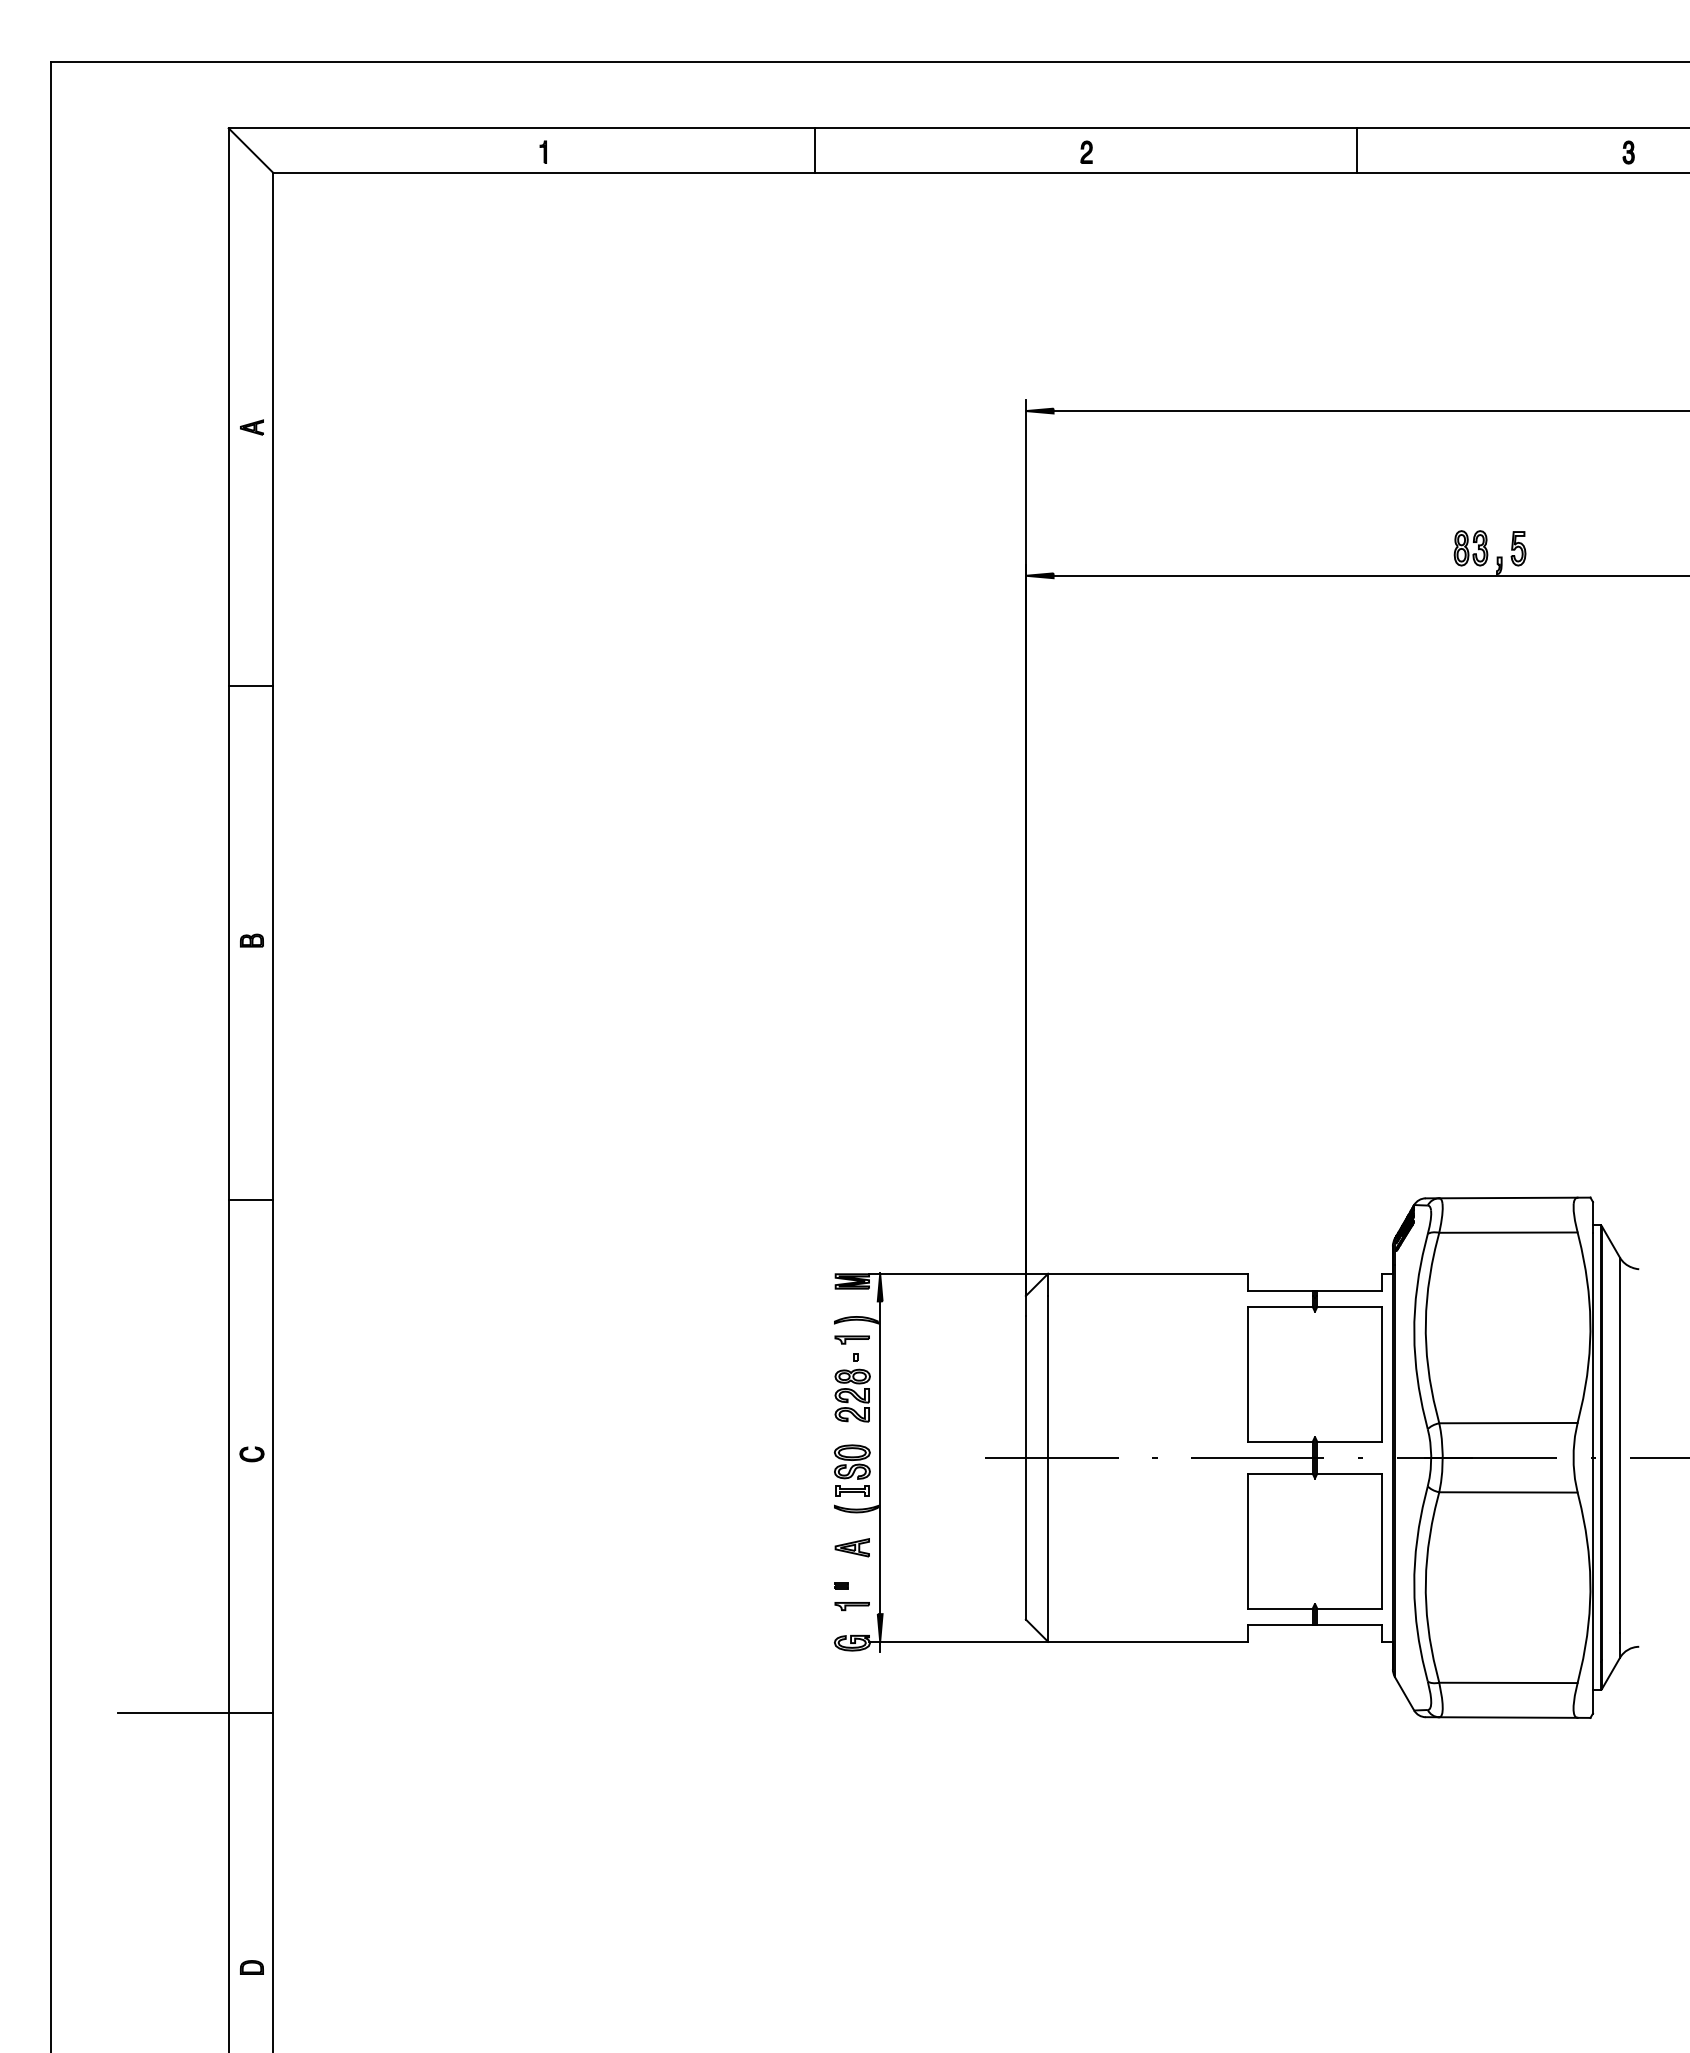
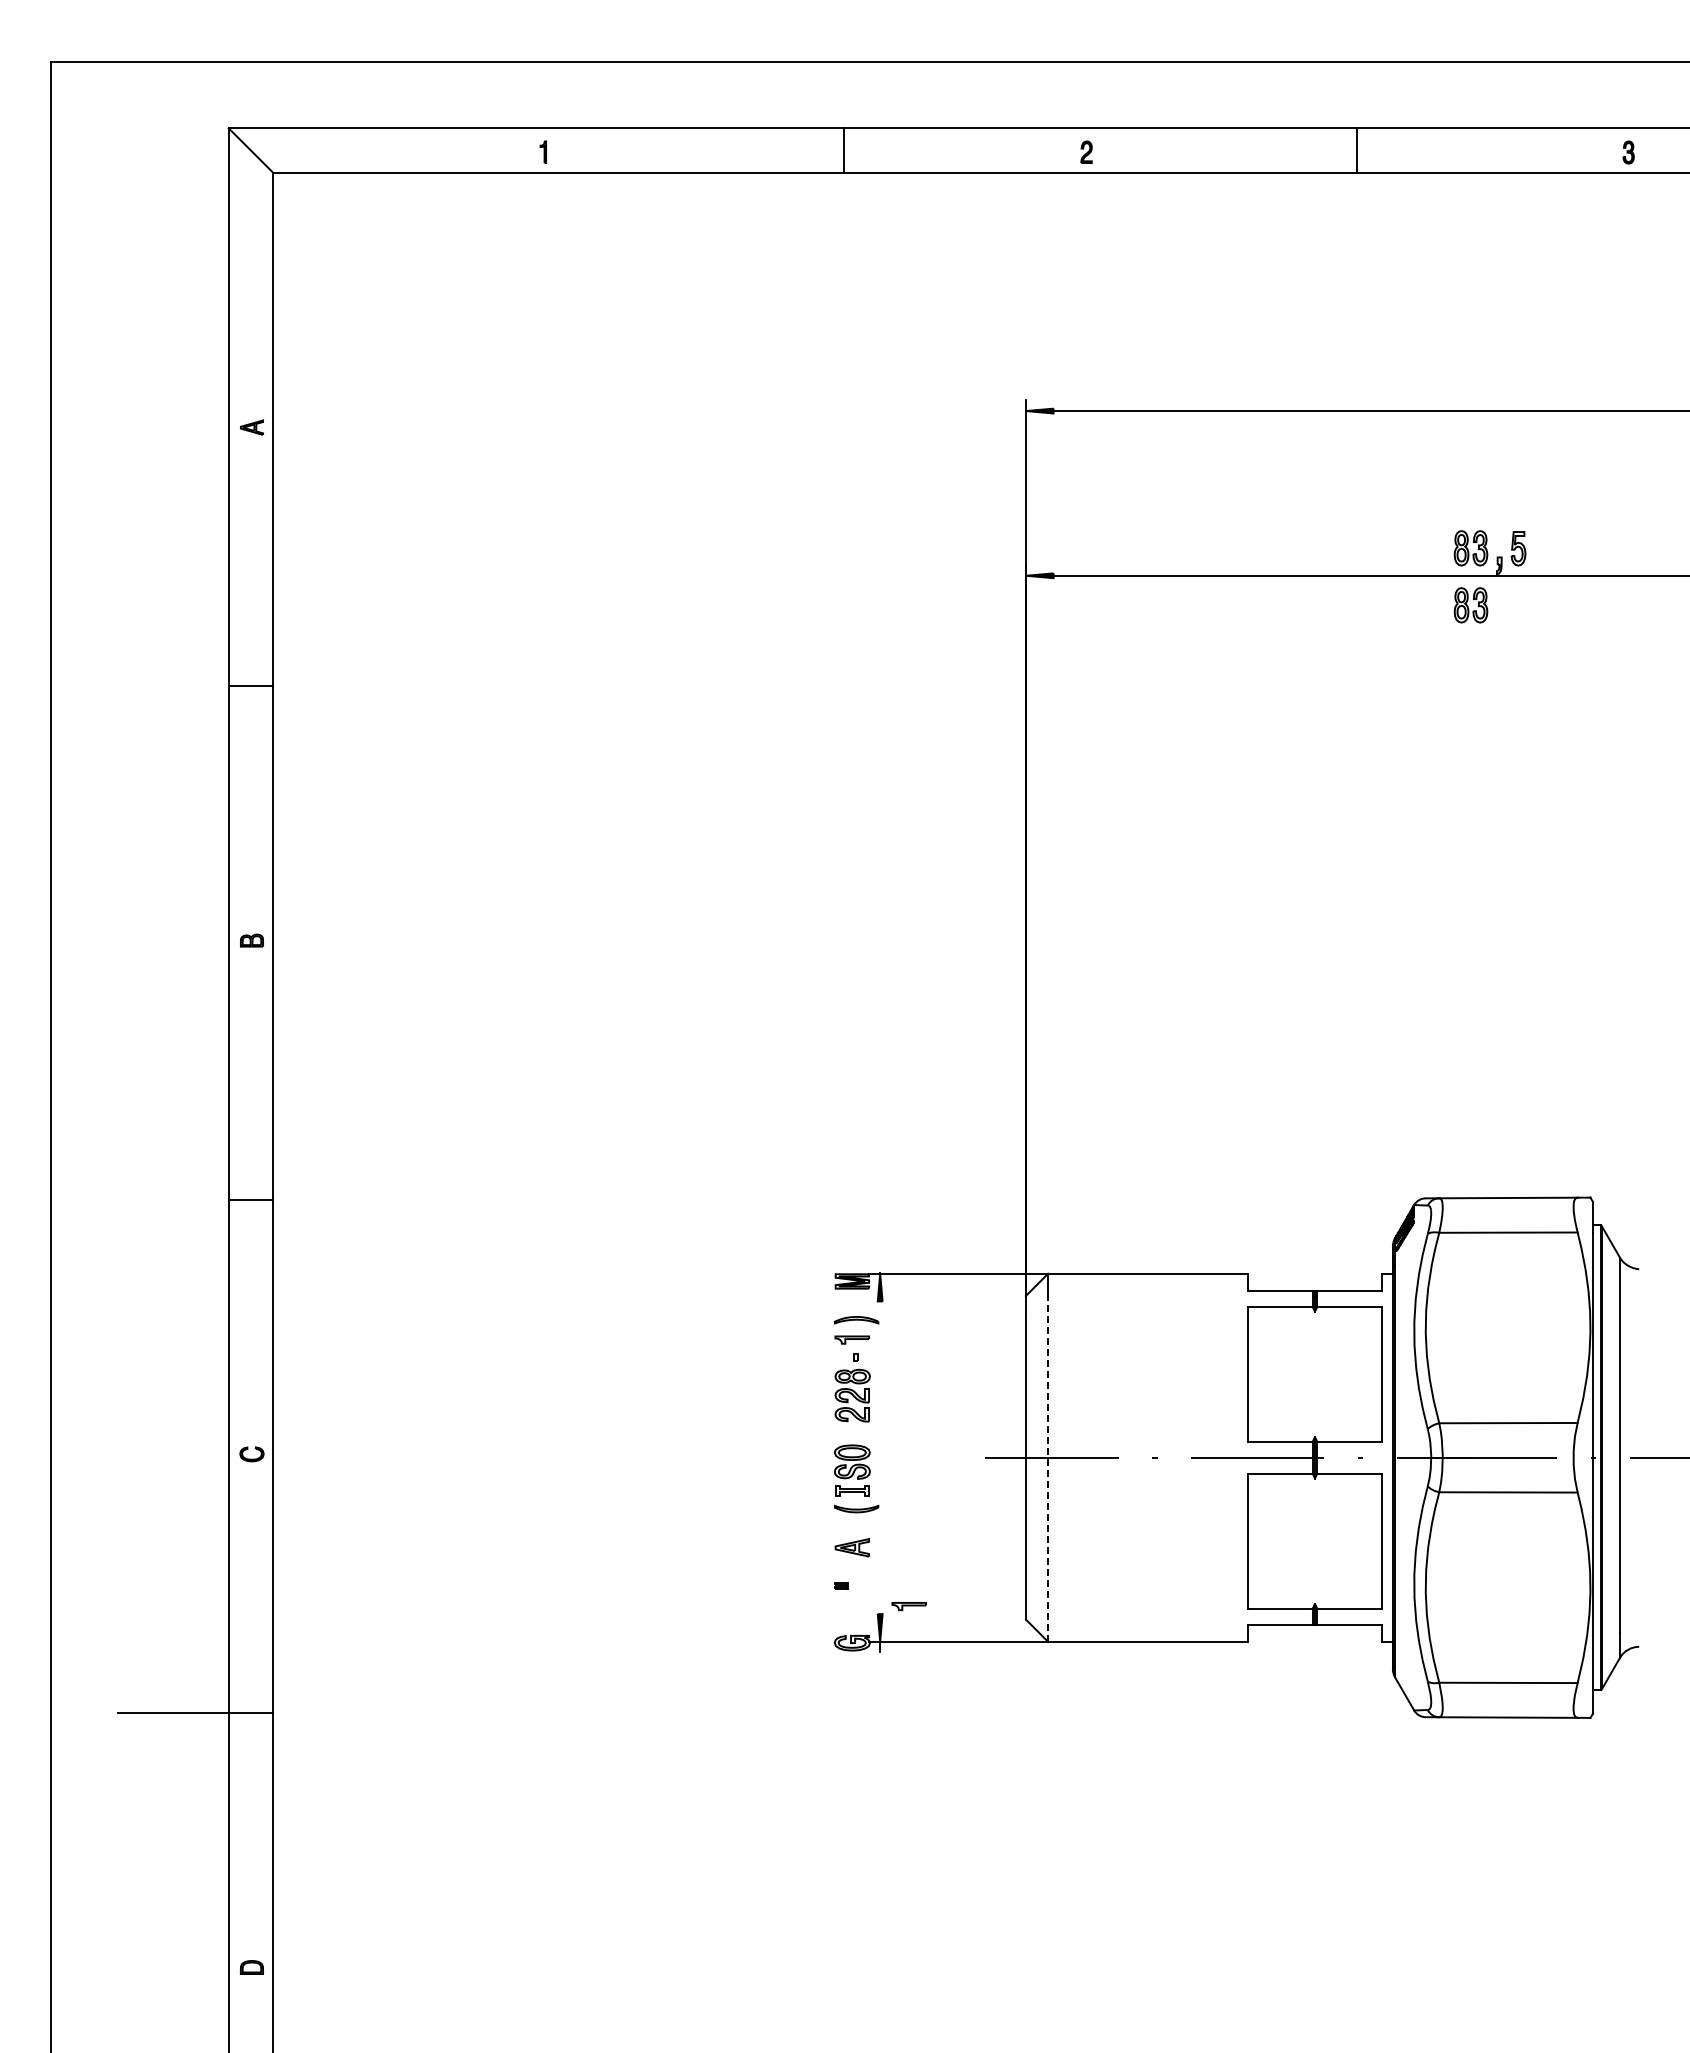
line at (815, 150) position: (815, 150) -> (844, 150)
part at (1470, 605): none -> present
line at (880, 1457): present -> none
line at (1048, 1469): solid -> dashed
part at (851, 1606) position: (851, 1606) -> (908, 1606)
